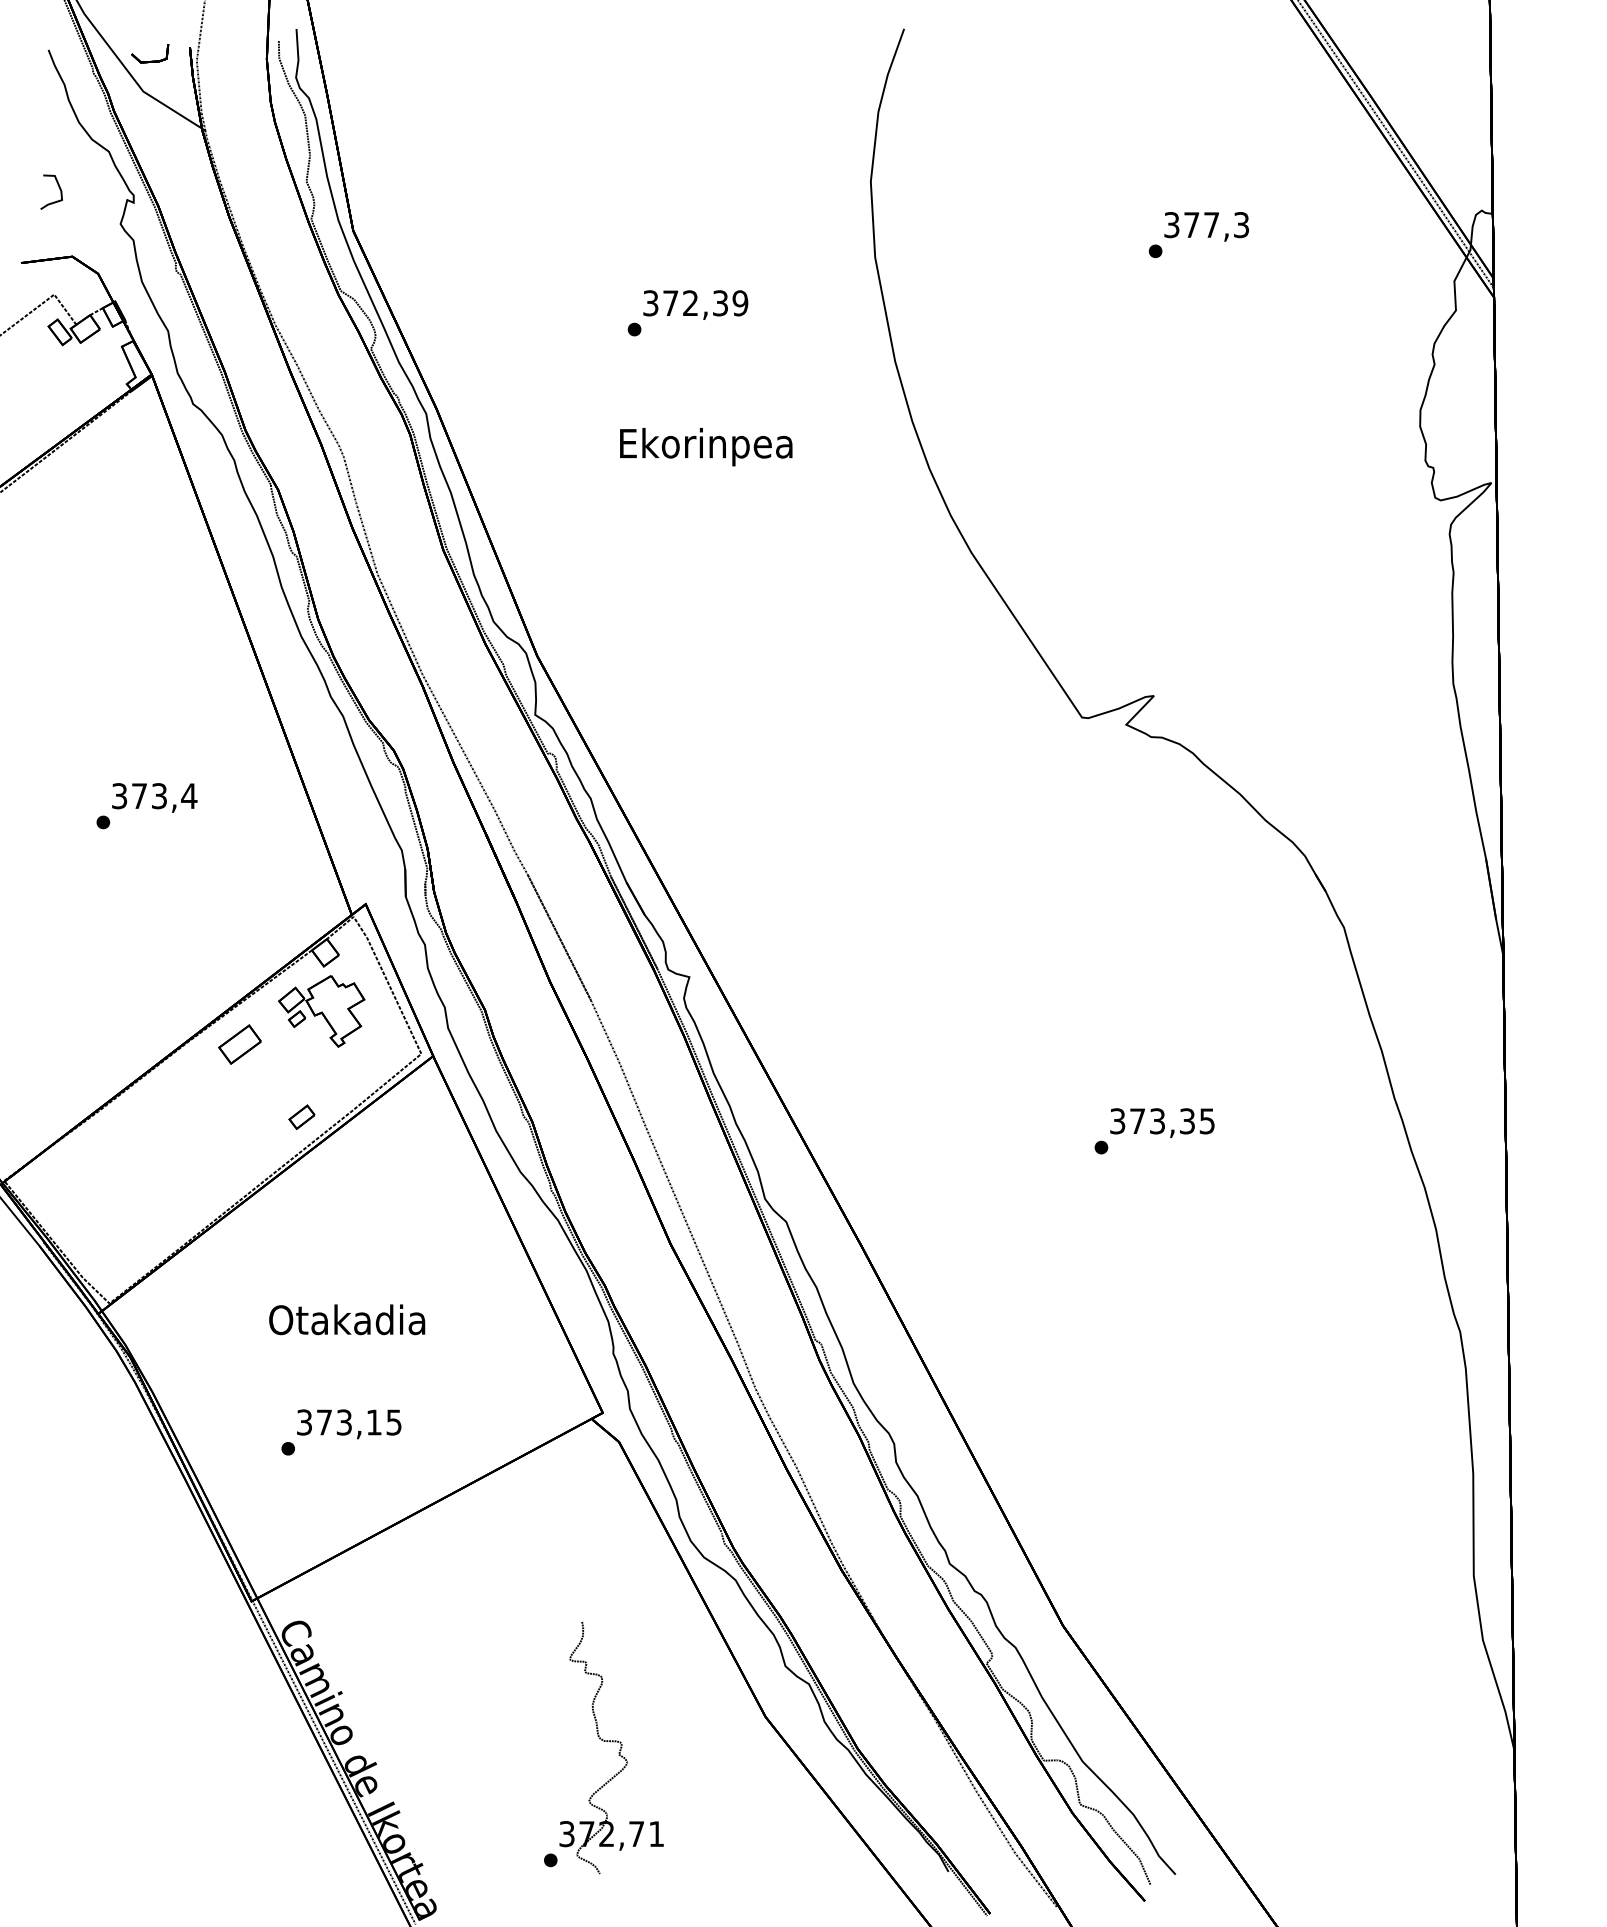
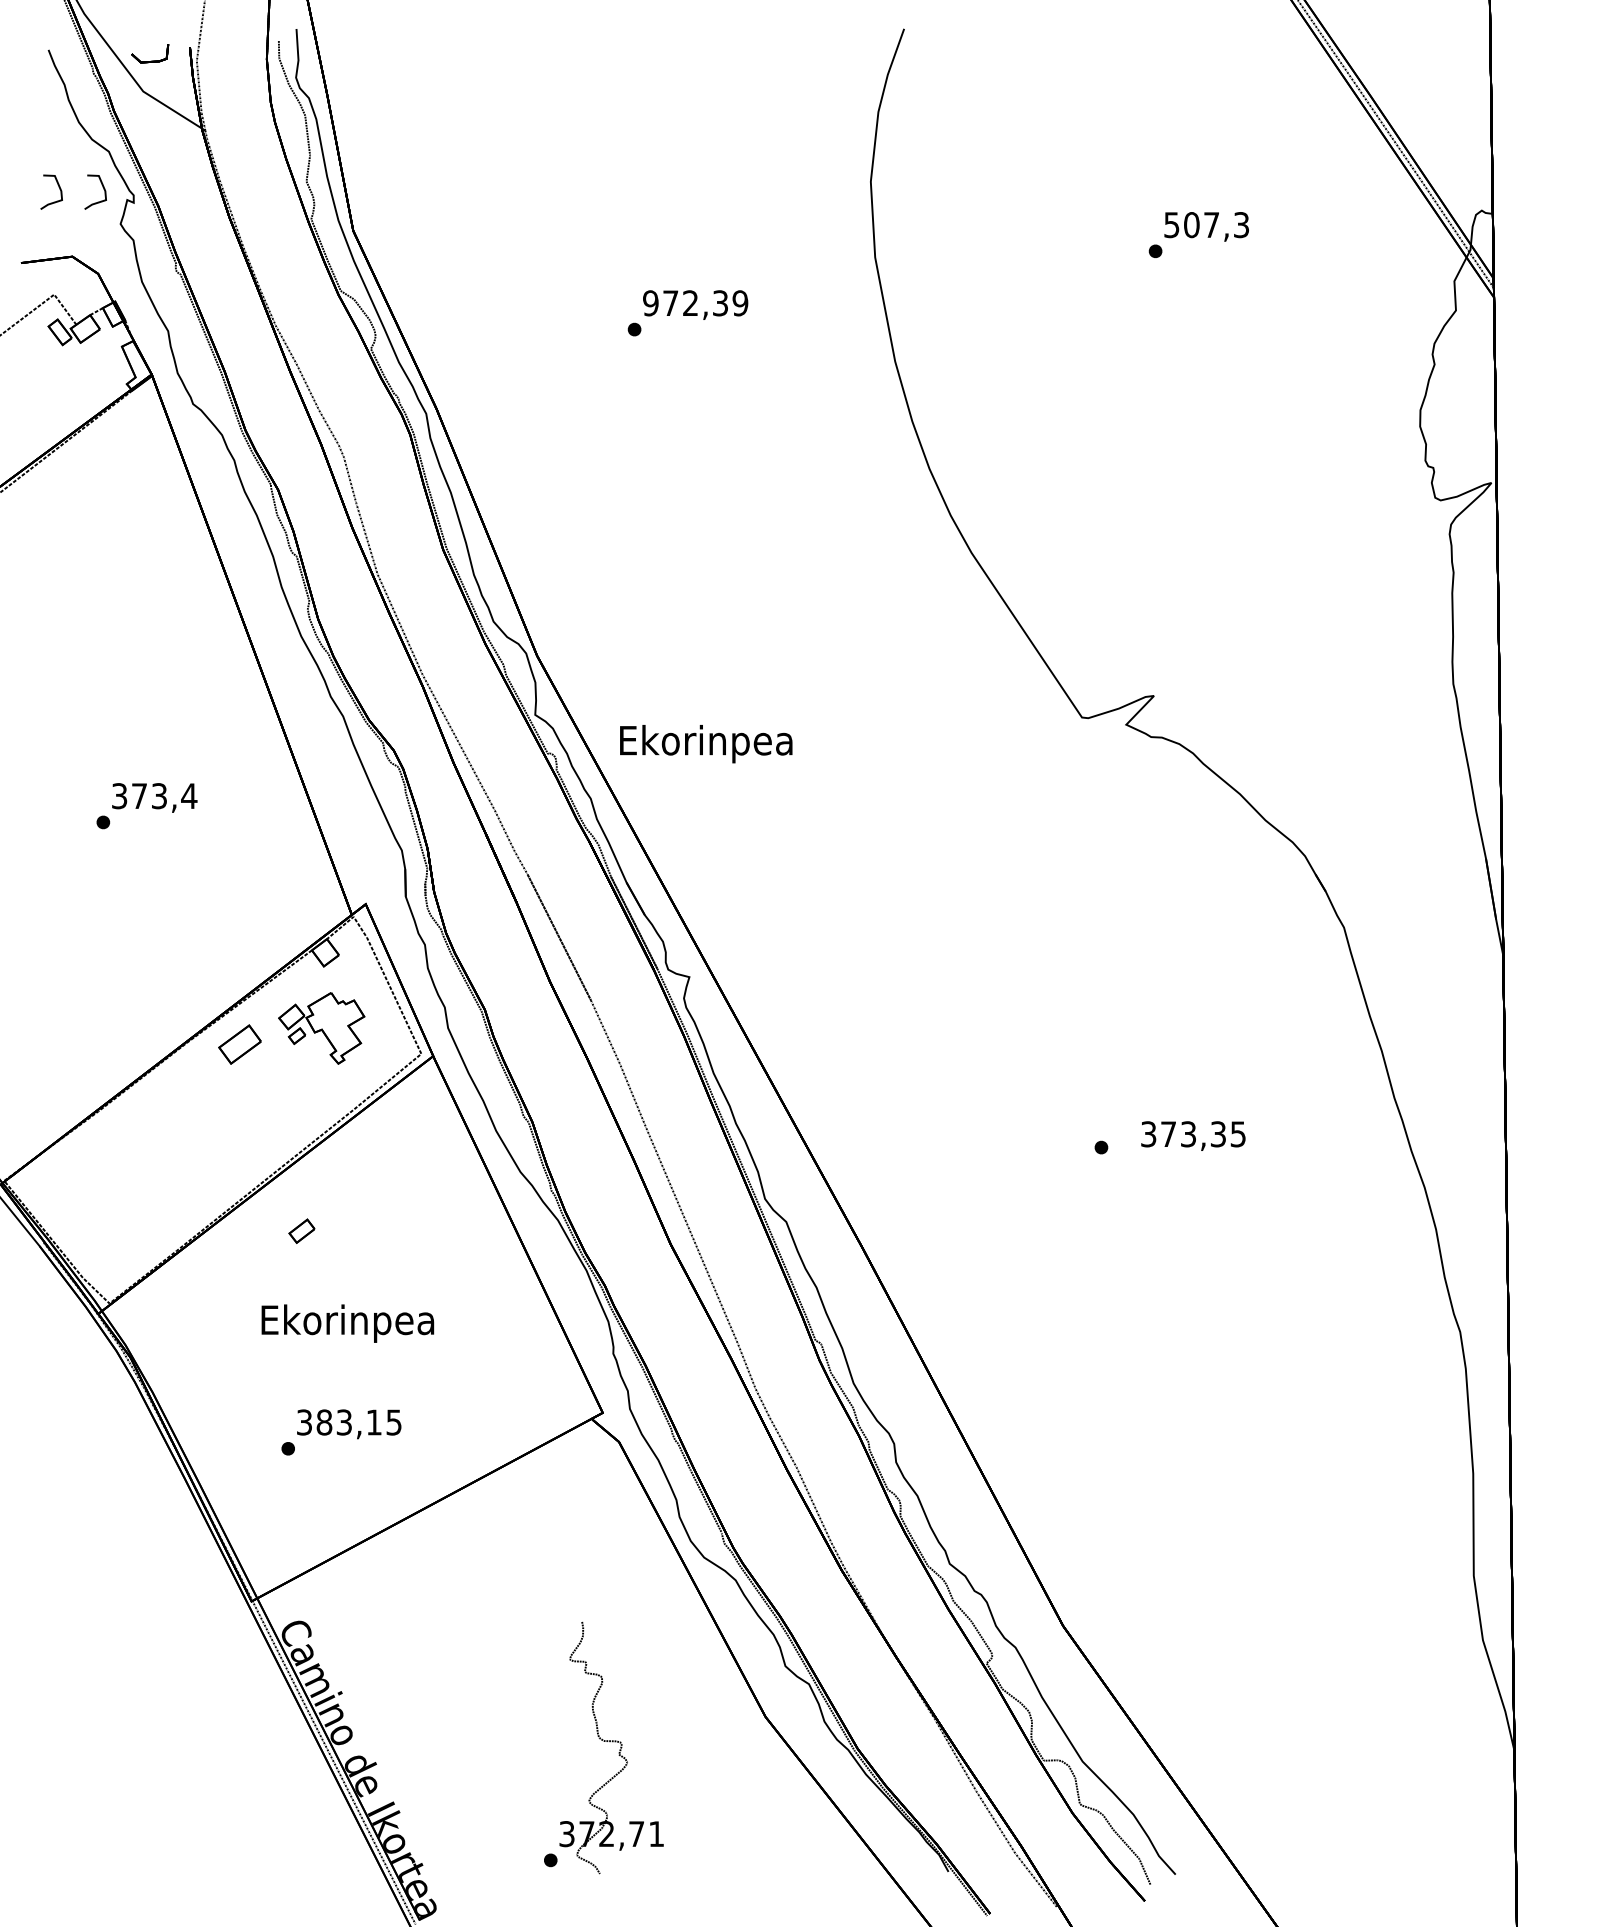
curve at (102, 187): none -> present
text at (1182, 225): 377,3 -> 507,3
text at (650, 303): 372,39 -> 972,39
text at (706, 447) position: (706, 447) -> (706, 744)
part at (321, 1011) position: (321, 1011) -> (321, 1028)
part at (301, 1116) position: (301, 1116) -> (301, 1230)
text at (1162, 1122) position: (1162, 1122) -> (1193, 1135)
text at (347, 1323): Otakadia -> Ekorinpea
text at (324, 1422): 373,15 -> 383,15
